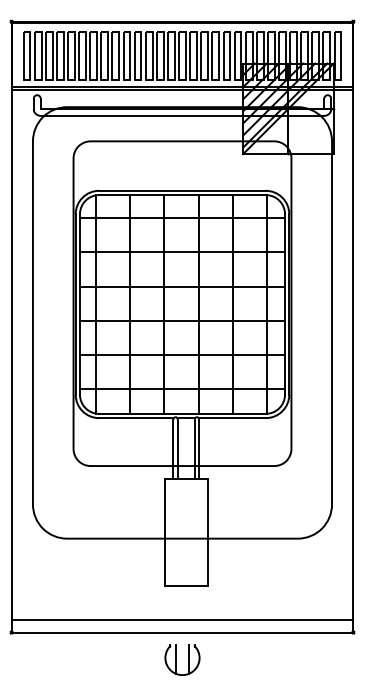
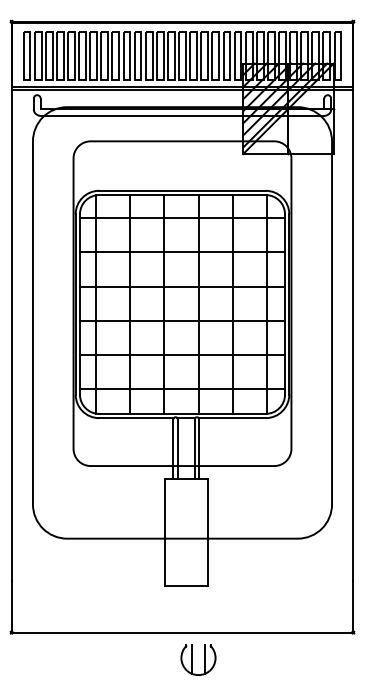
line at (182, 619): present -> none
part at (182, 659) position: (182, 659) -> (198, 659)
